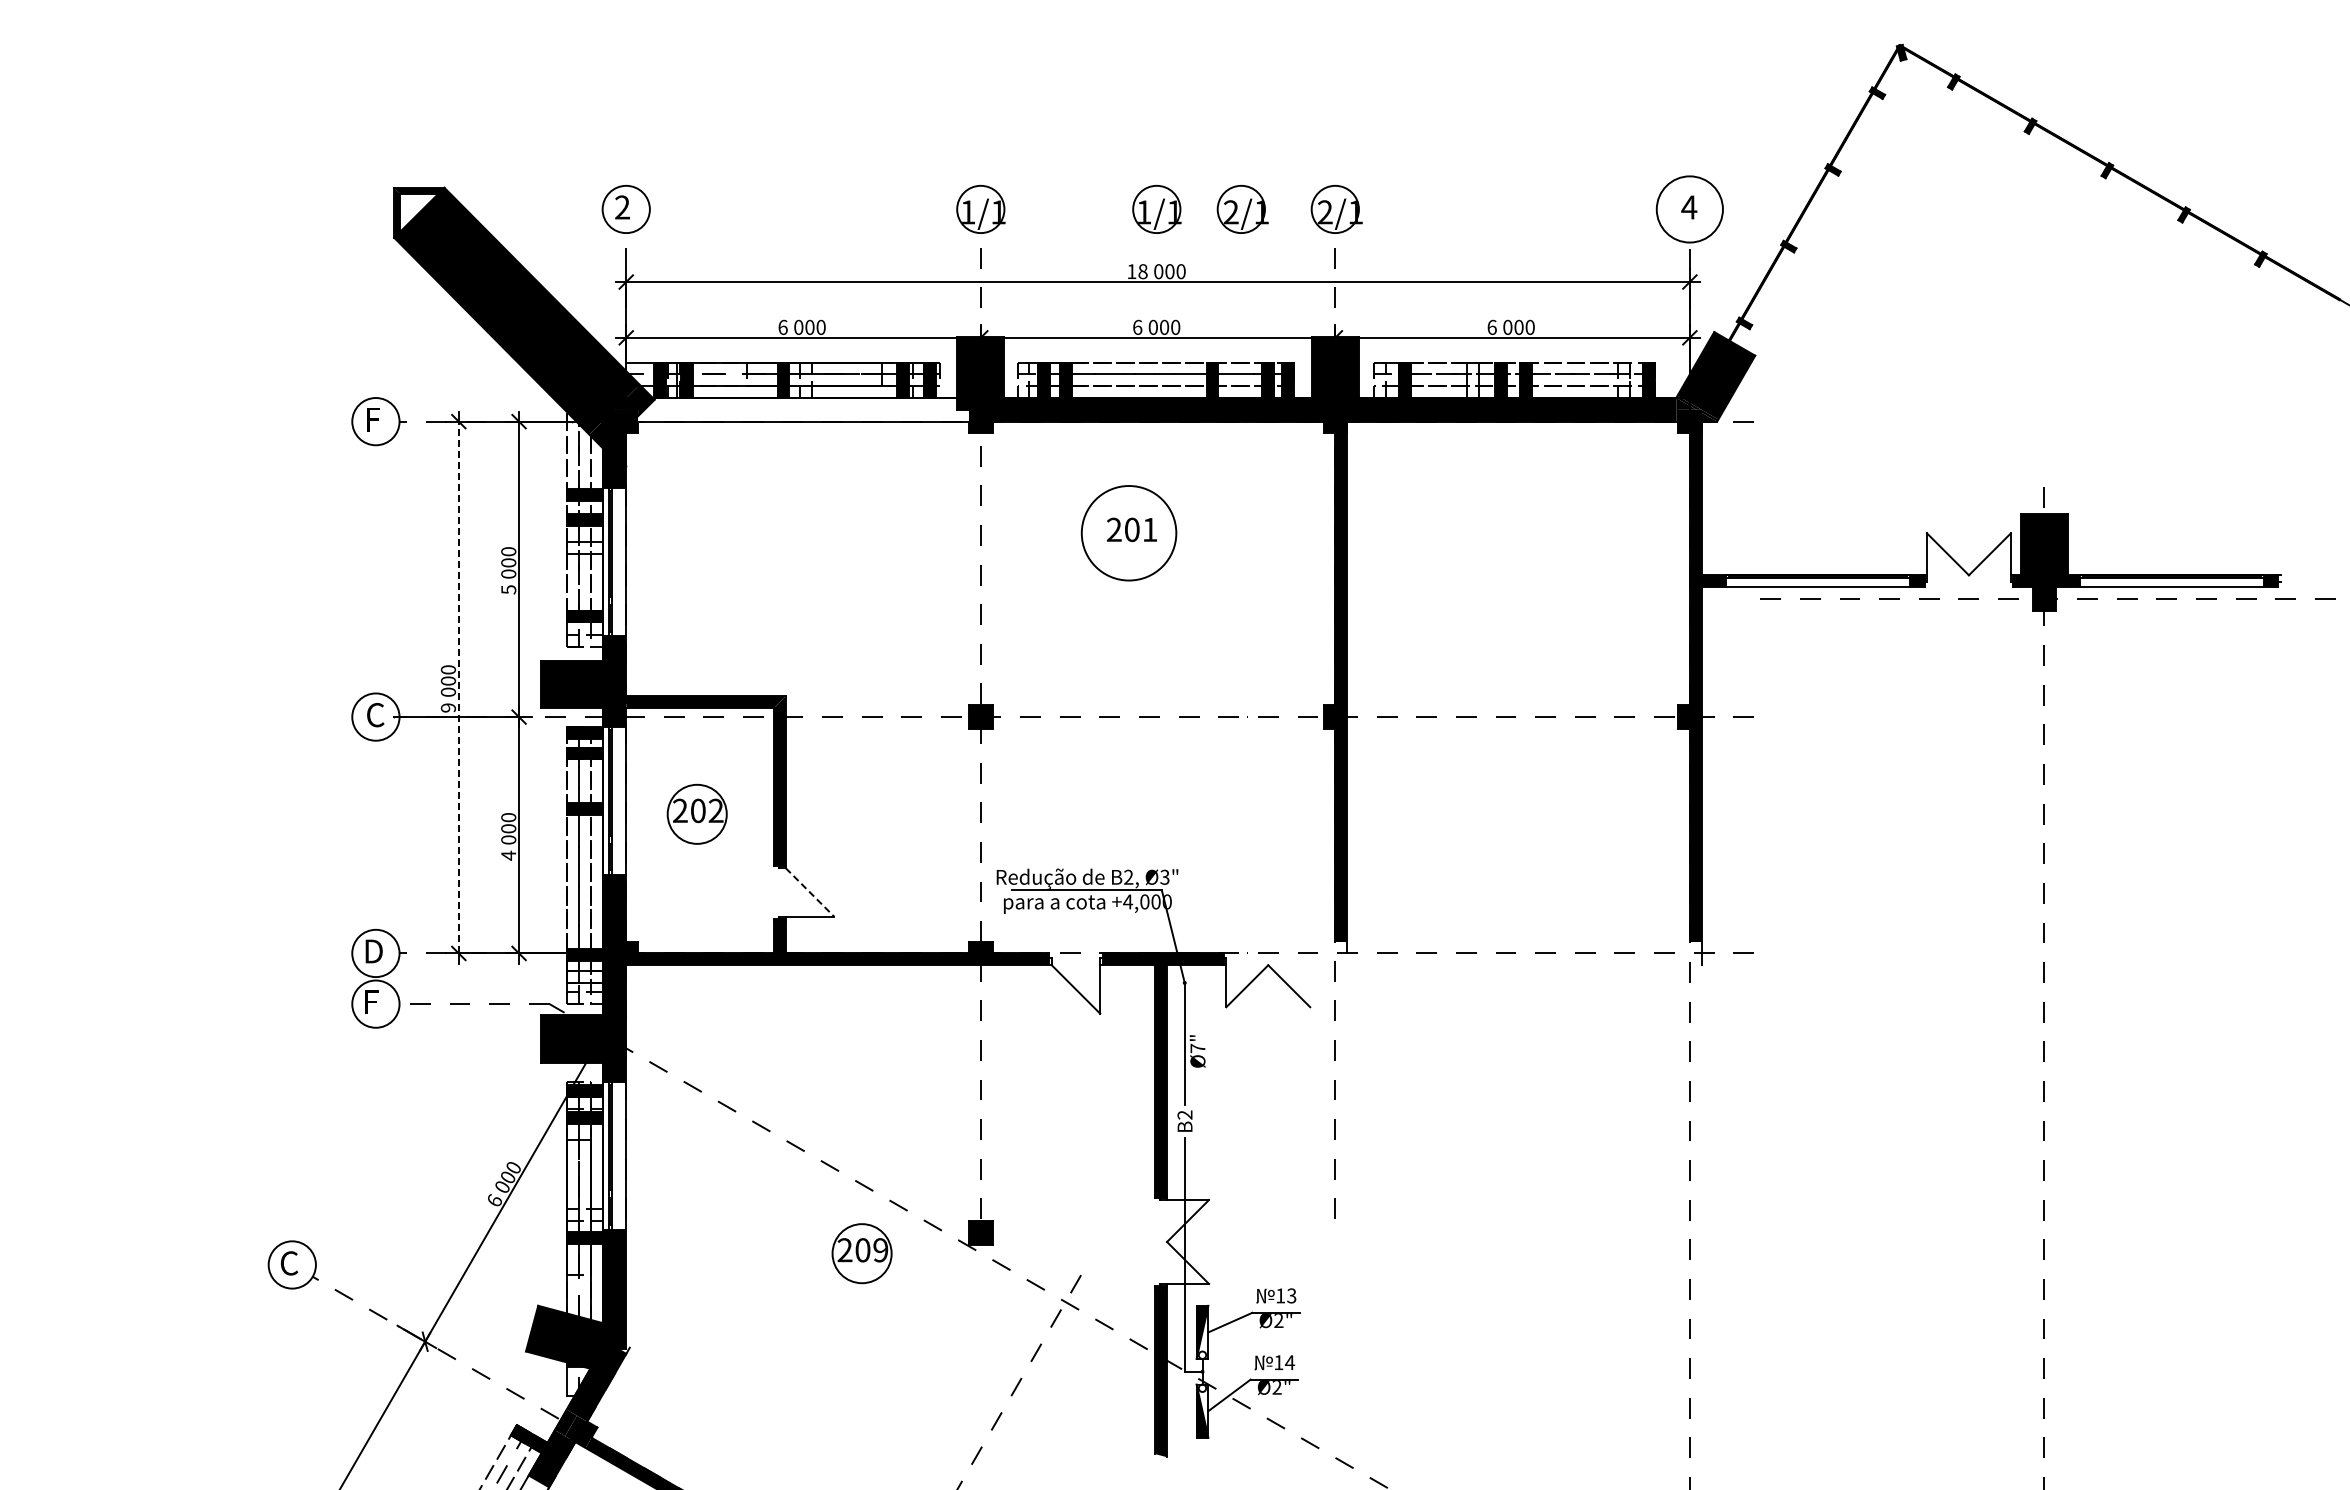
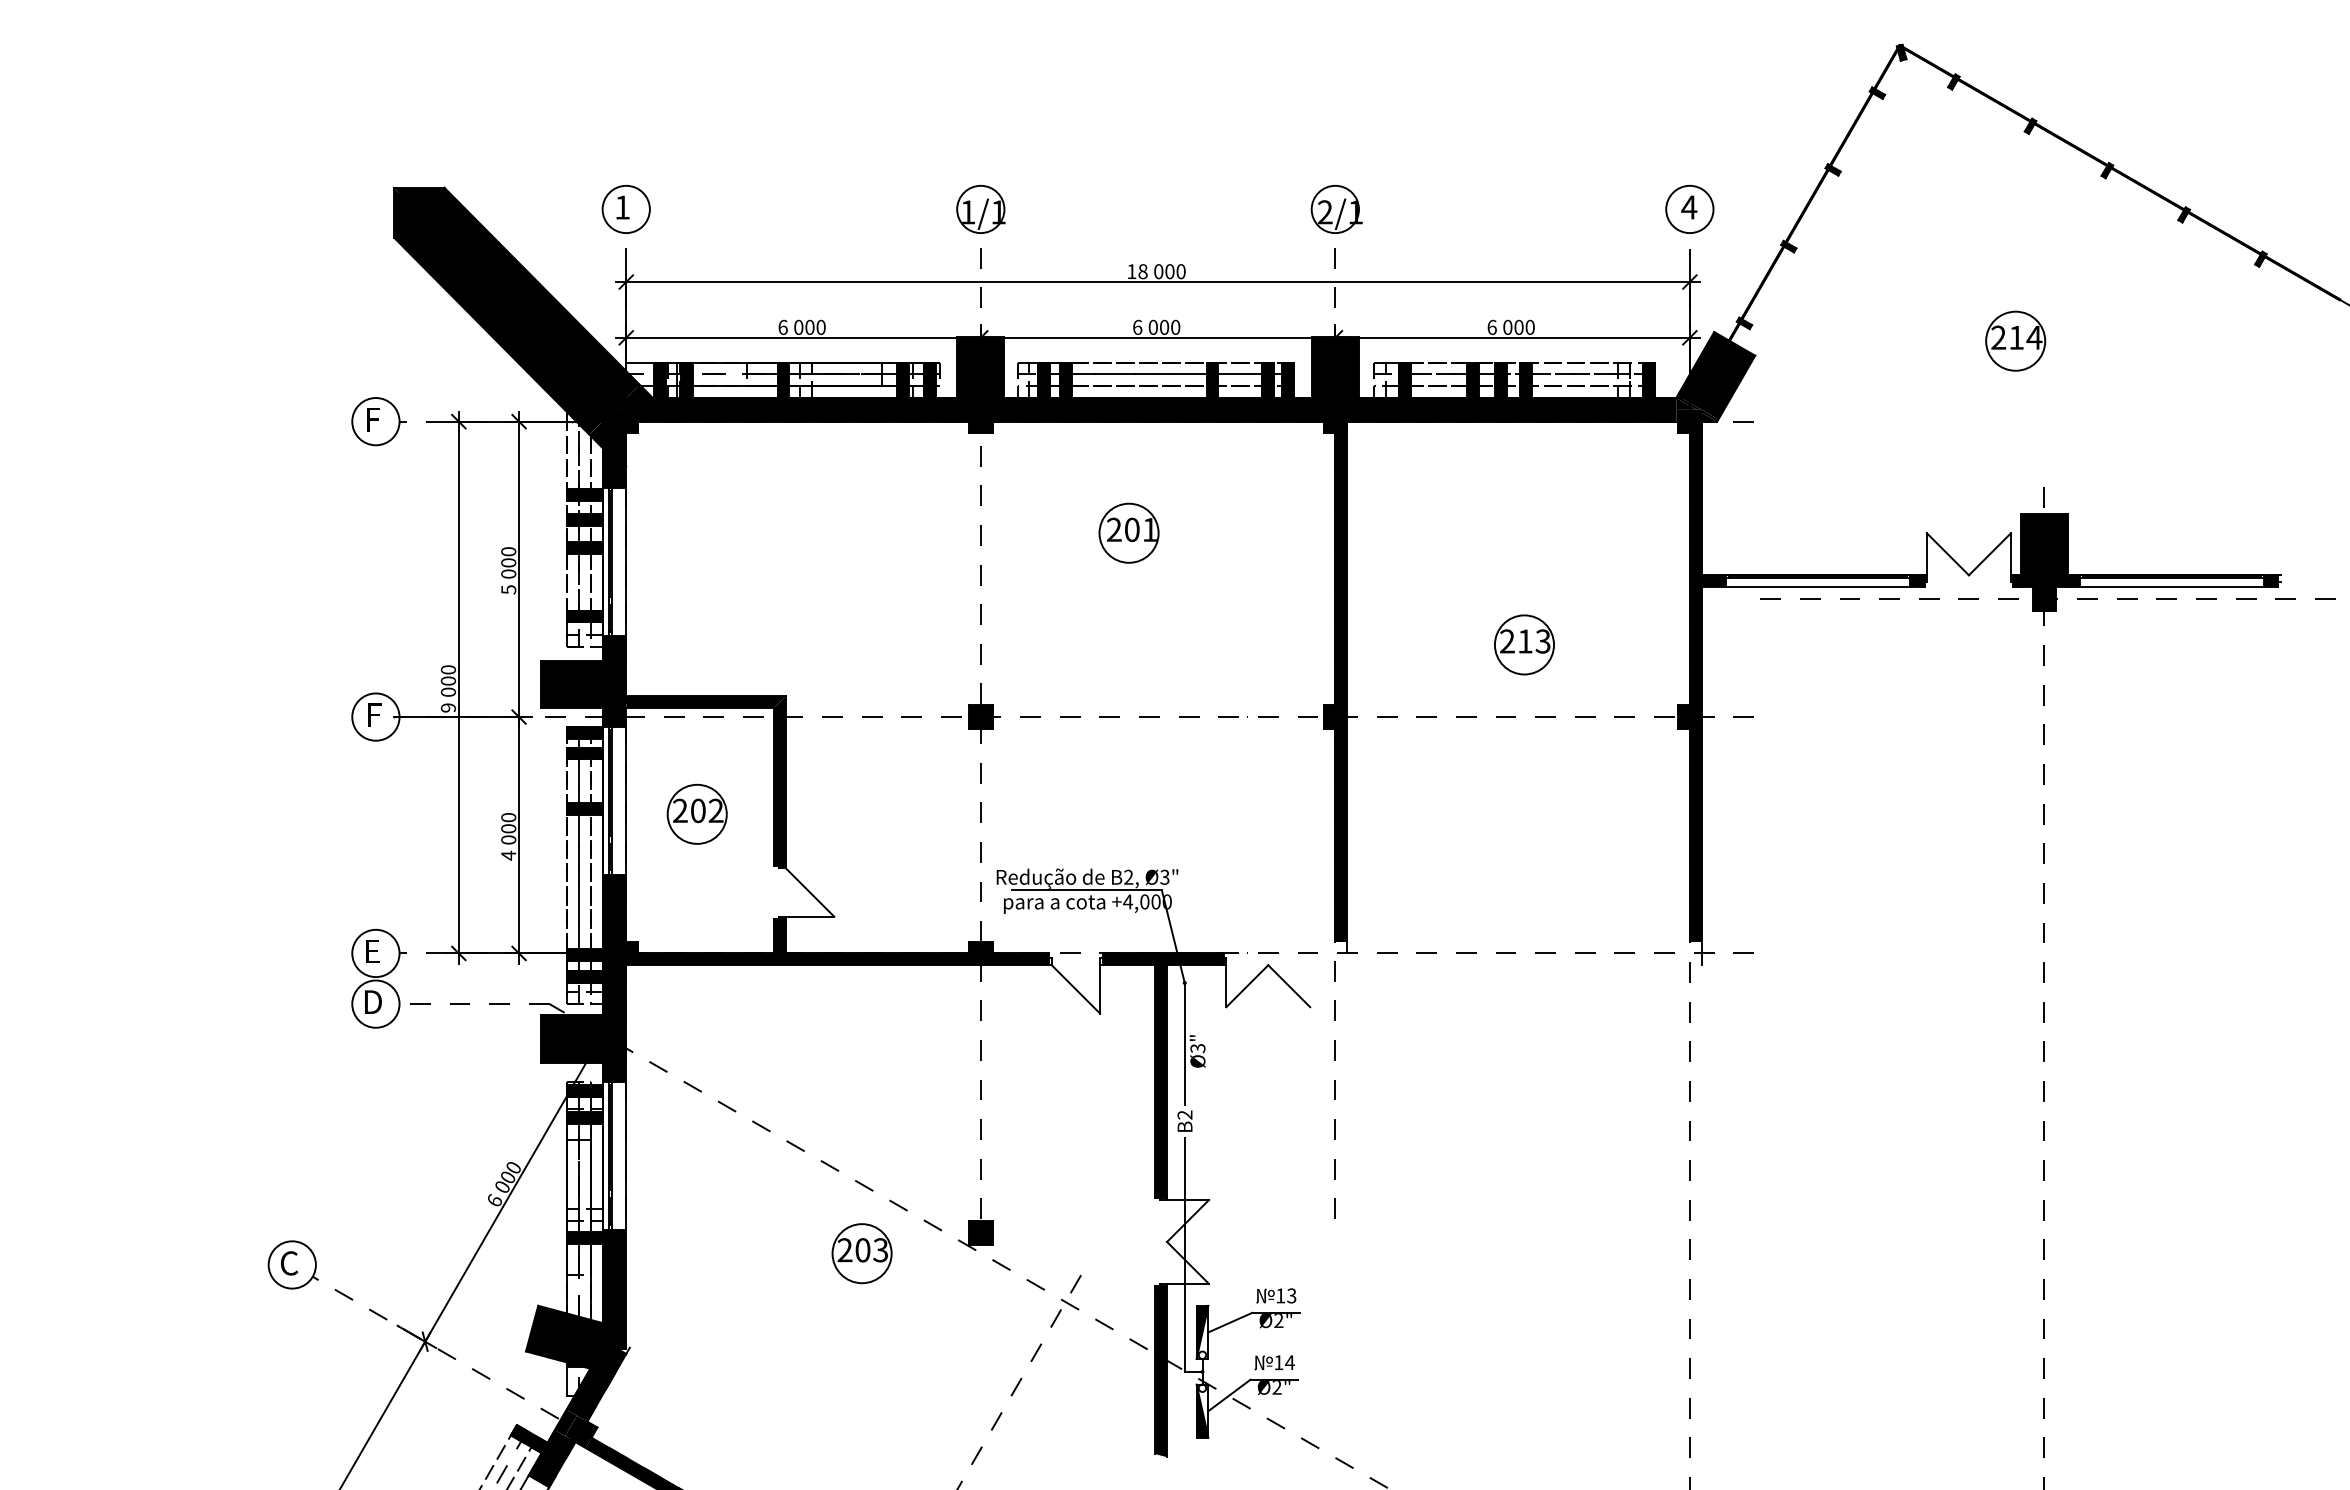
text at (622, 207): 2 -> 1
part at (1156, 208): present -> none
part at (1242, 208): present -> none
circle at (1689, 209) diameter: 66 px -> 47 px
fill at (419, 212): none -> present
part at (2015, 340): none -> present
fill at (1472, 380): none -> present
fill at (803, 409): none -> present
circle at (1128, 533) diameter: 95 px -> 59 px
fill at (584, 548): none -> present
part at (1524, 644): none -> present
line at (458, 687): dashed -> solid
text at (375, 715): C -> F
line at (810, 892): dashed -> solid
text at (373, 951): D -> E
fill at (584, 977): none -> present
text at (373, 1001): F -> D
text at (1197, 1048): Ø7" -> Ø3"
text at (880, 1250): 209 -> 203
